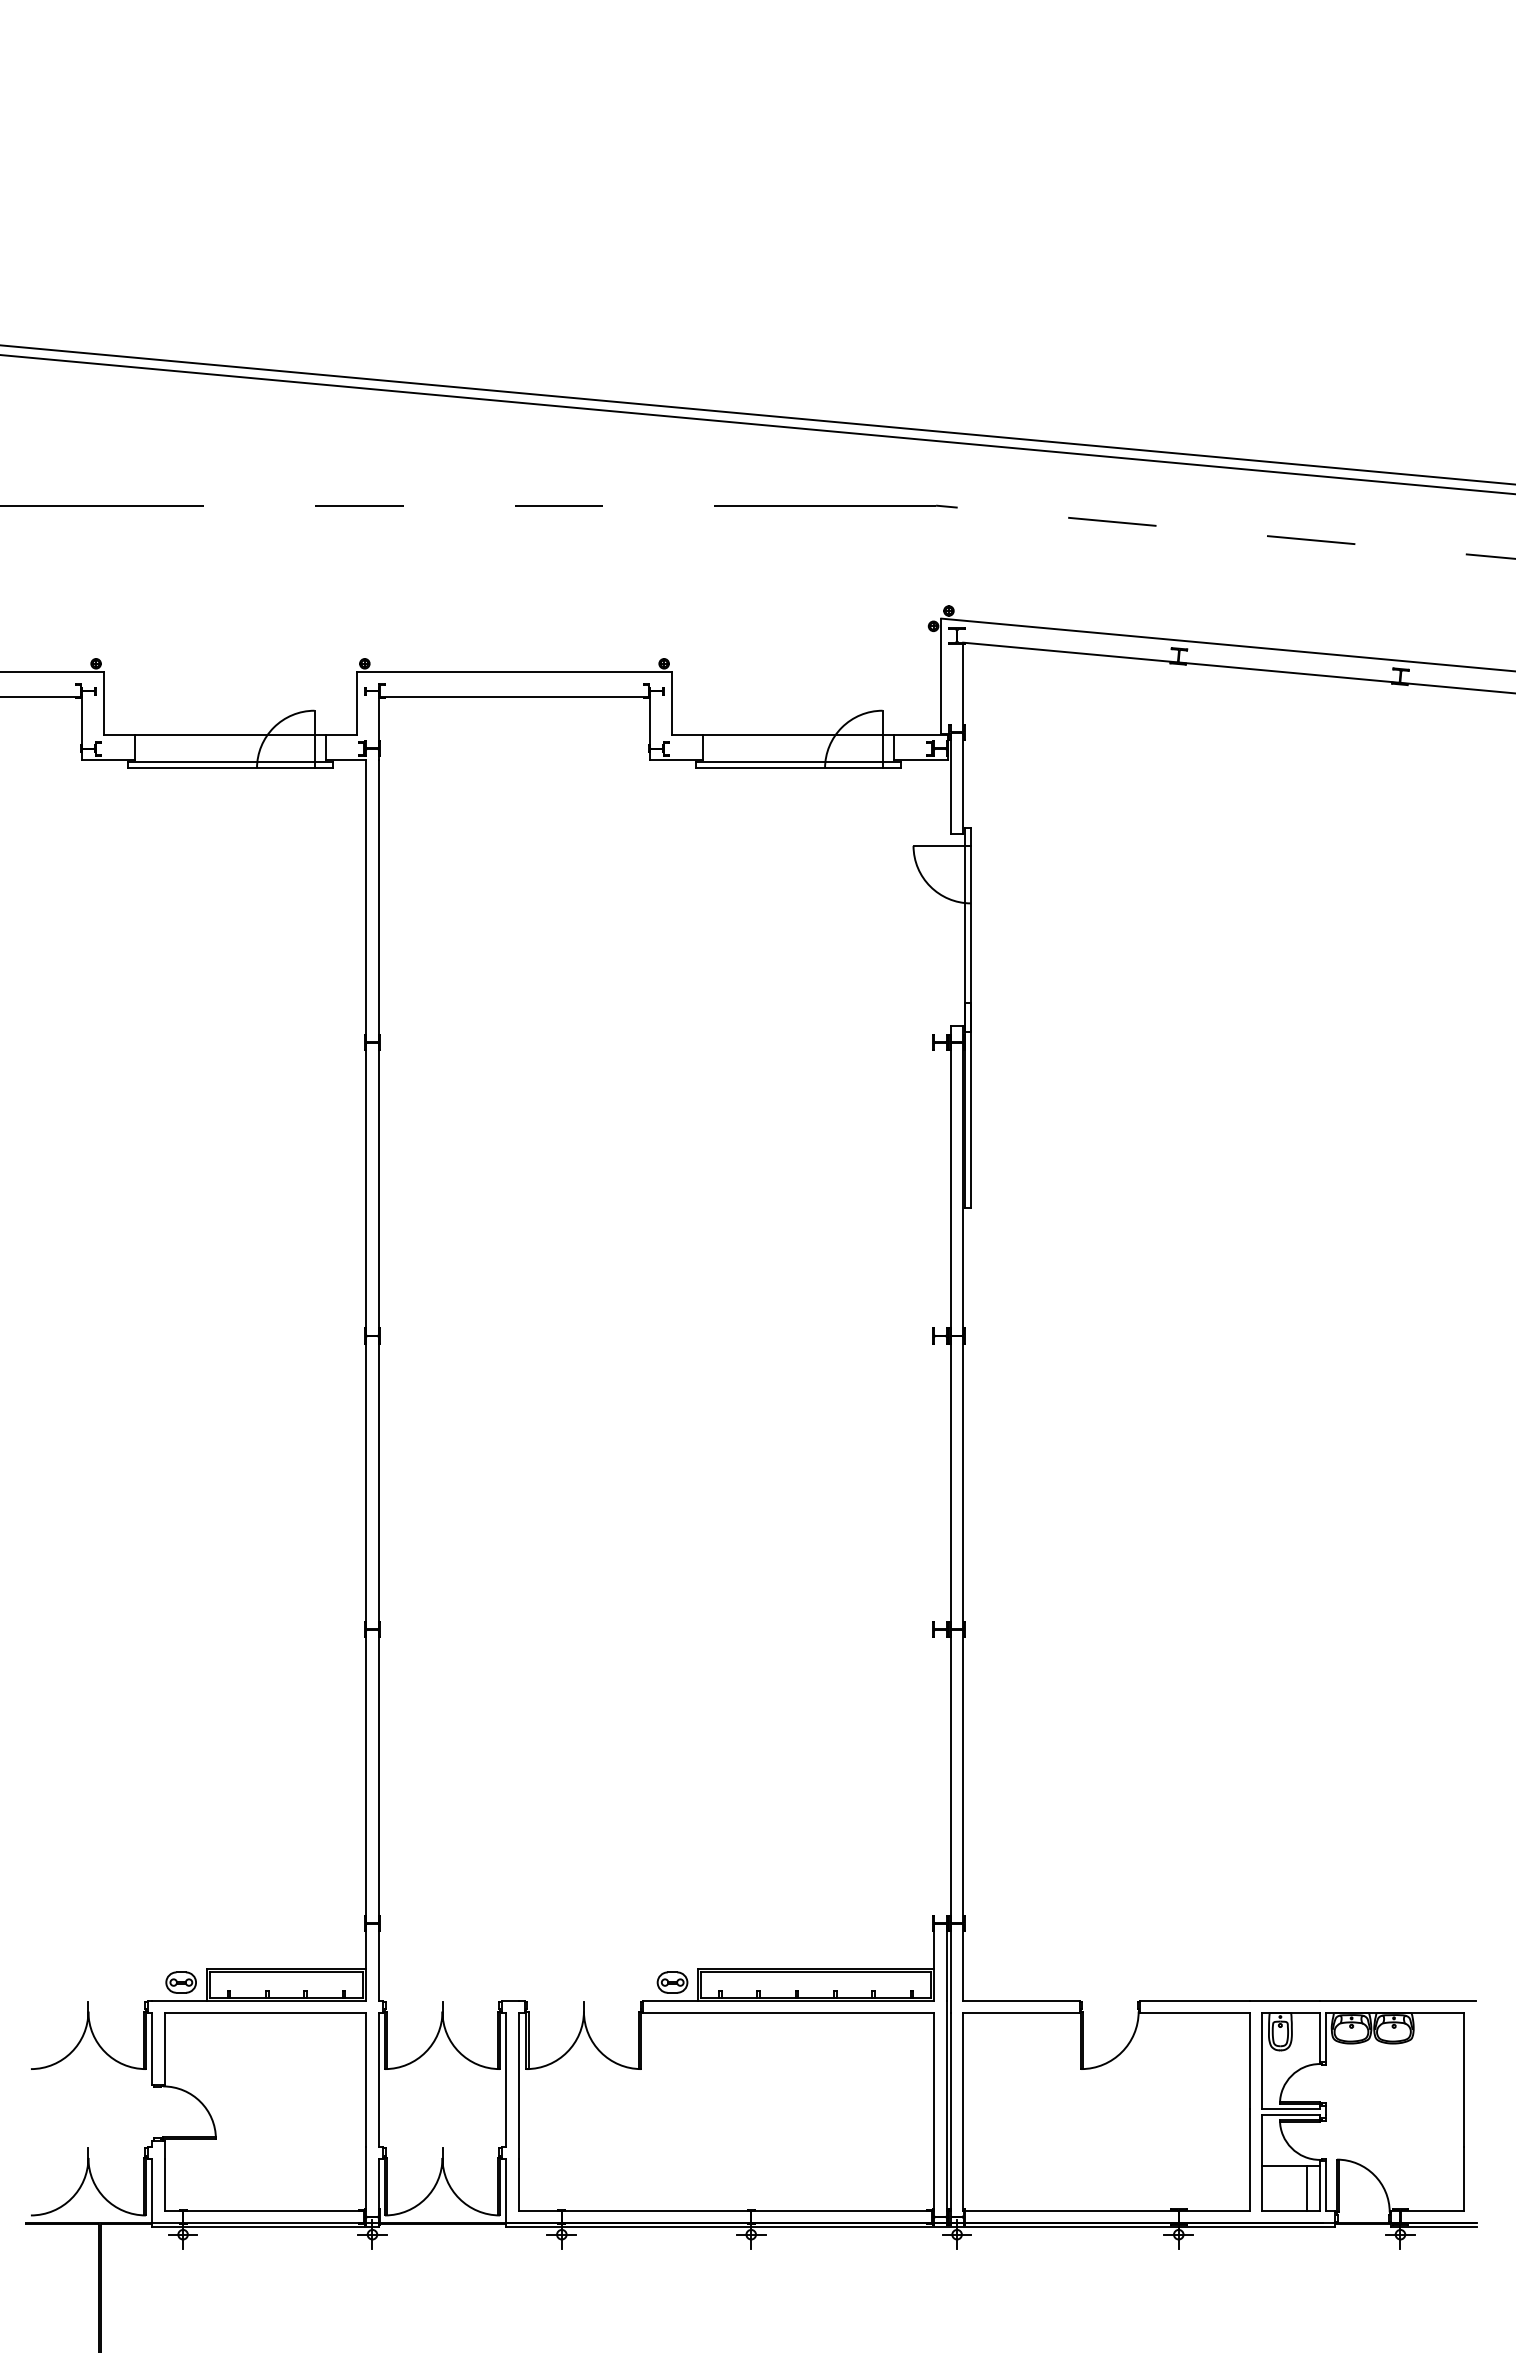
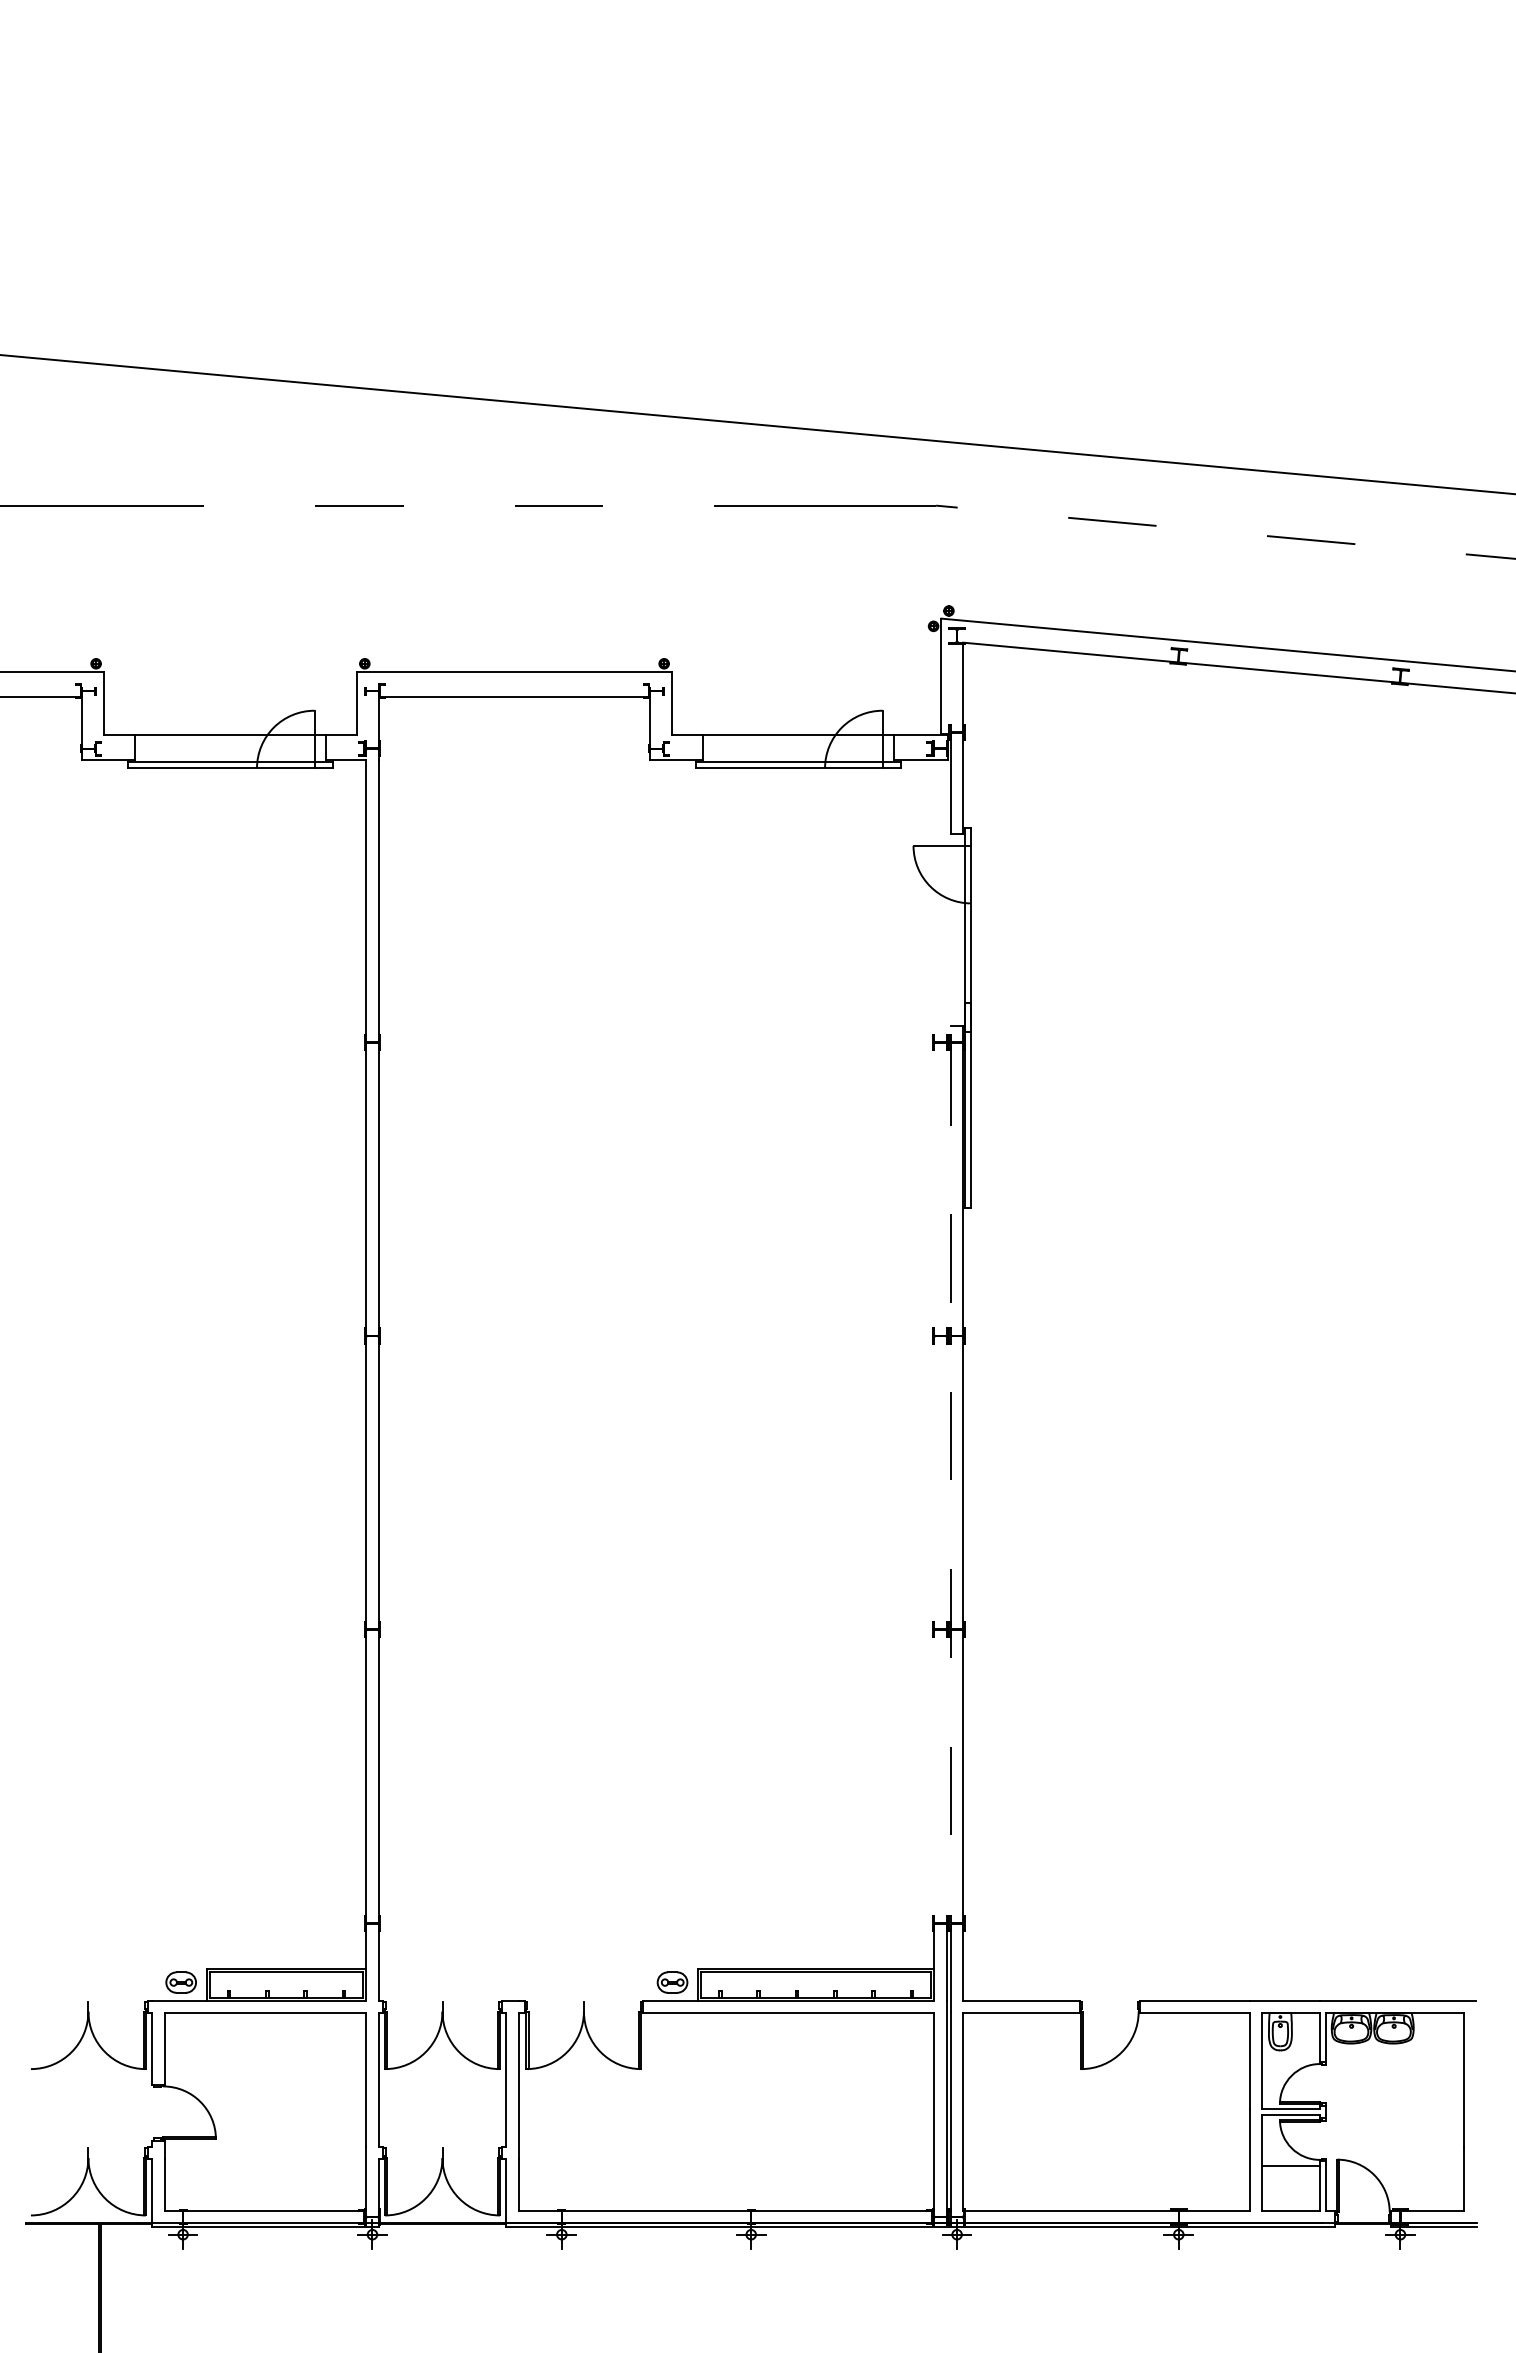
line at (757, 414): present -> none
line at (951, 1519): solid -> dashed
line at (1307, 2188): present -> none
